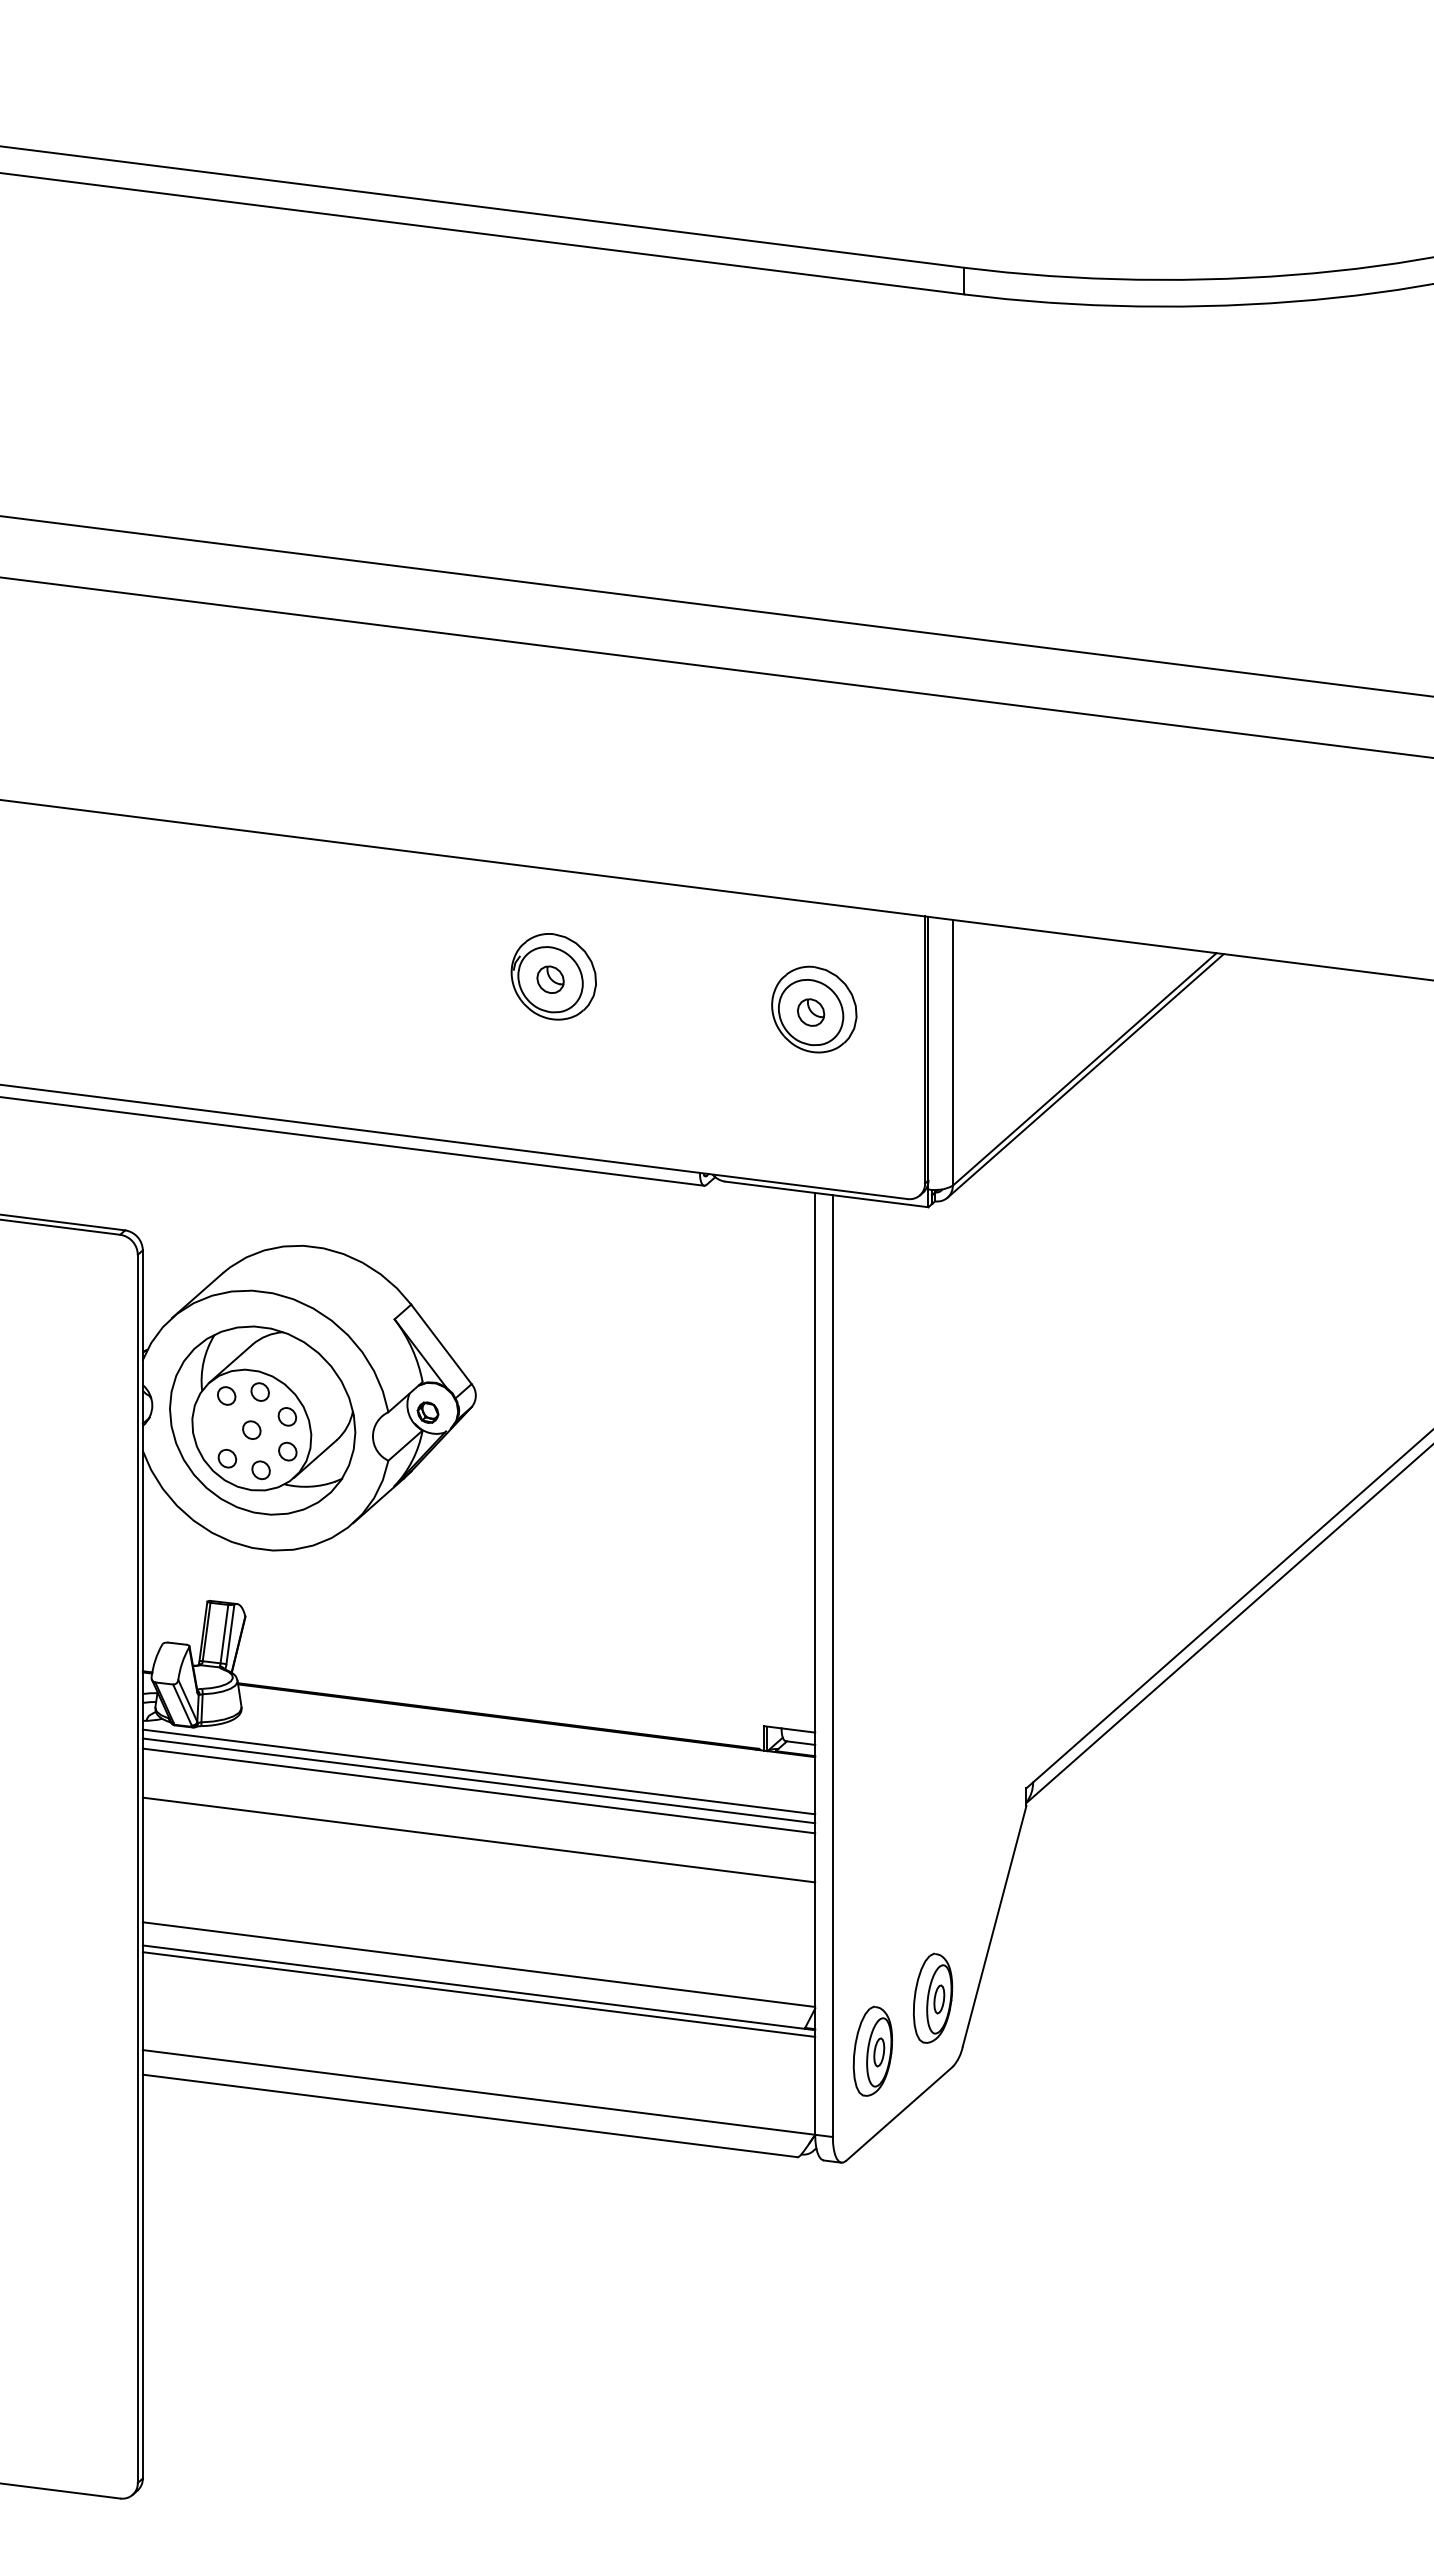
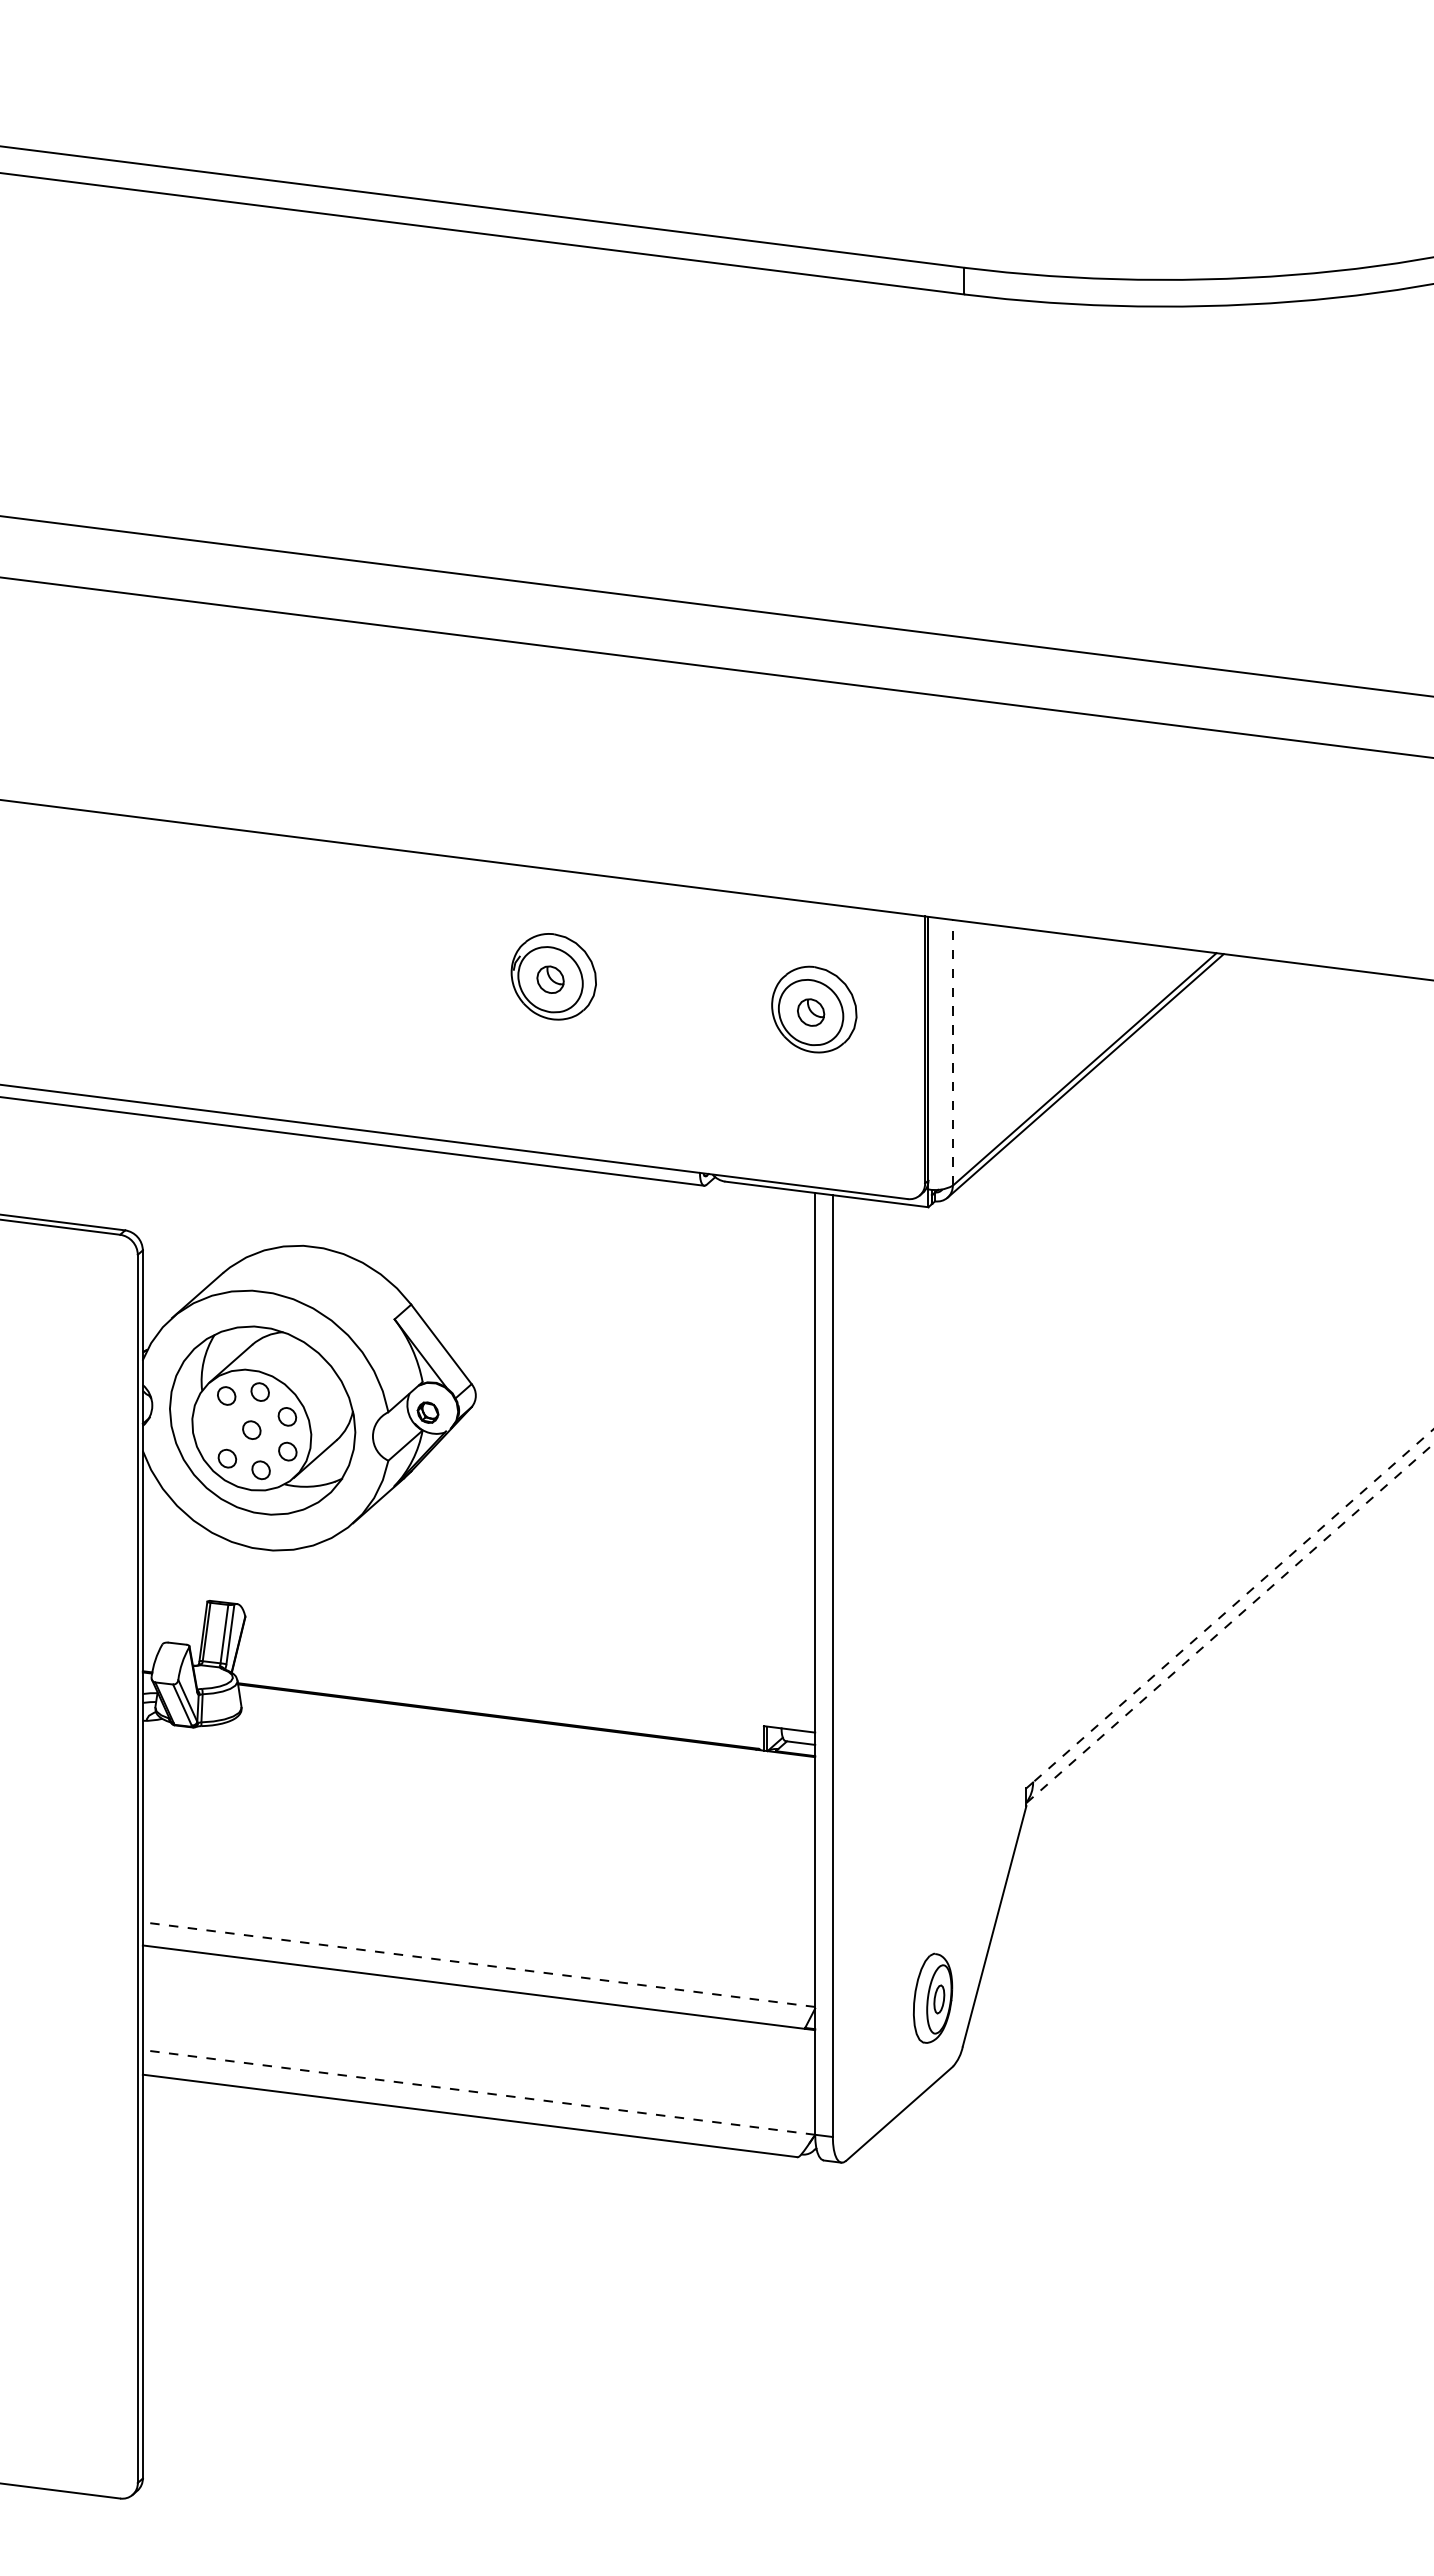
line at (952, 1052): solid -> dashed
line at (1233, 1605): solid -> dashed
line at (1230, 1623): solid -> dashed
line at (478, 1771): present -> none
line at (478, 1780): present -> none
line at (478, 1790): present -> none
line at (478, 1839): present -> none
line at (479, 1964): solid -> dashed
line at (478, 1994): present -> none
part at (872, 2050): present -> none
line at (479, 2092): solid -> dashed
